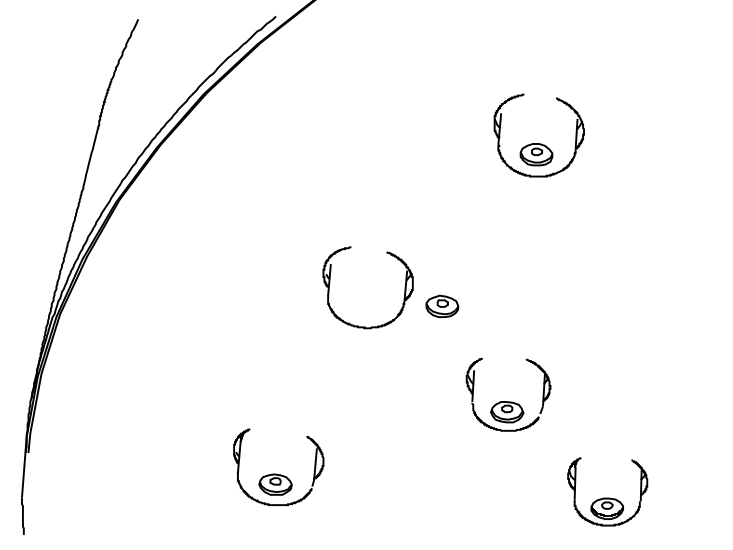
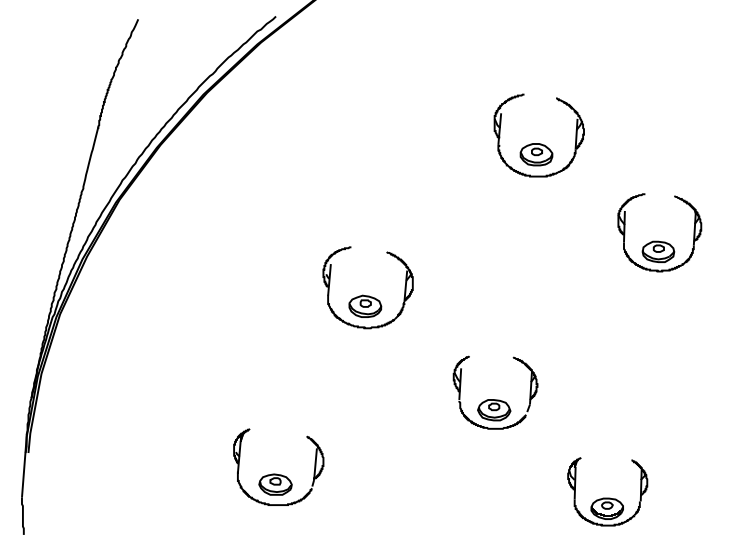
part at (658, 240): none -> present
part at (442, 305) position: (442, 305) -> (365, 305)
part at (508, 401) position: (508, 401) -> (495, 399)
